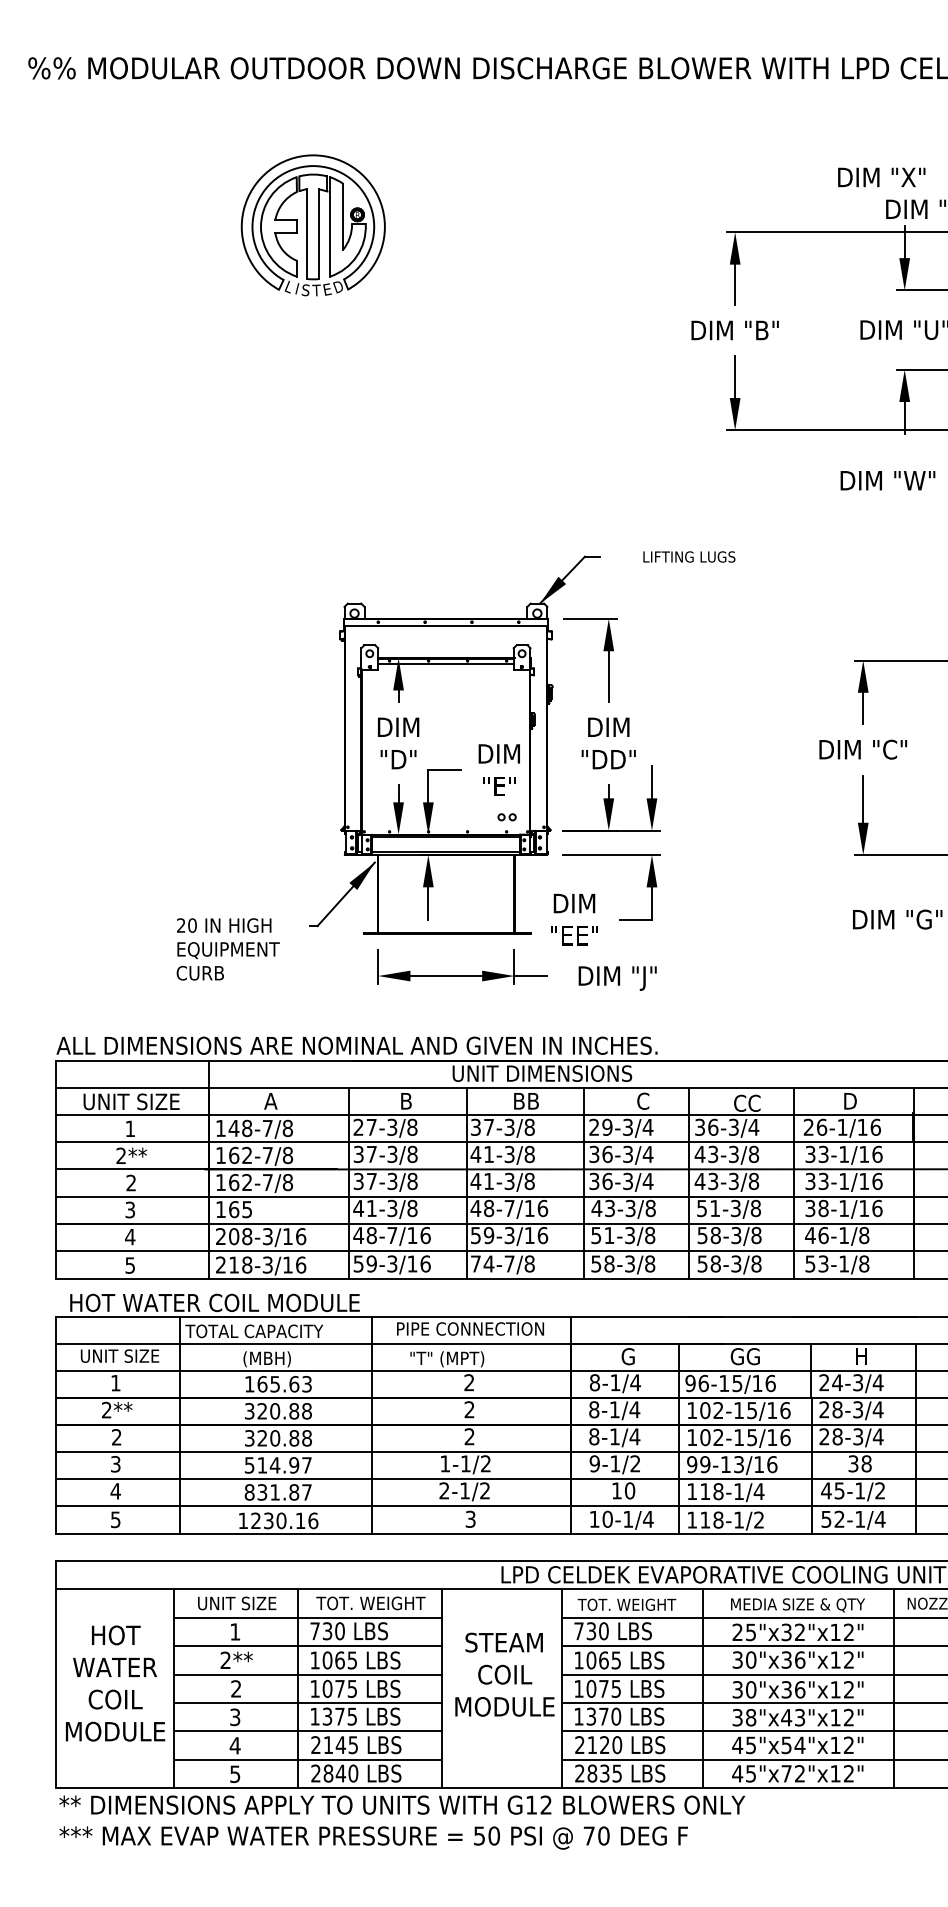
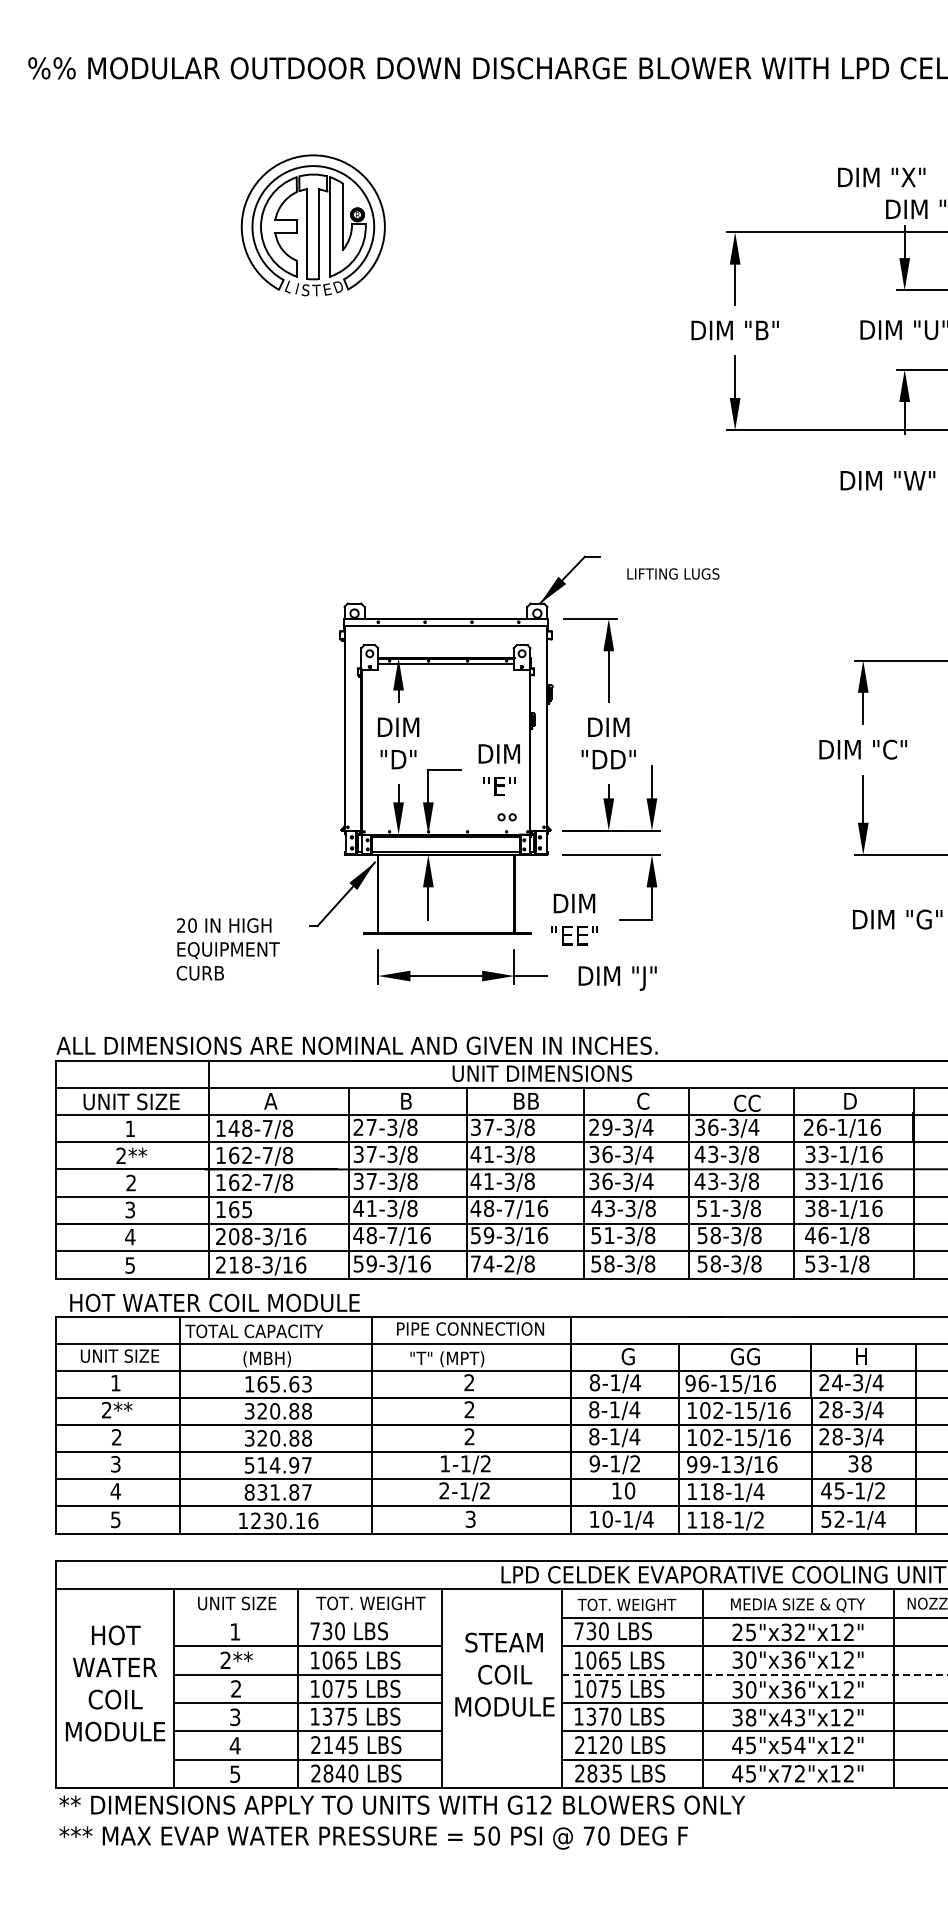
text at (689, 556) position: (689, 556) -> (673, 573)
text at (509, 1263): 74-7/8 -> 74-2/8
line at (308, 1617): present -> none
line at (755, 1674): solid -> dashed
